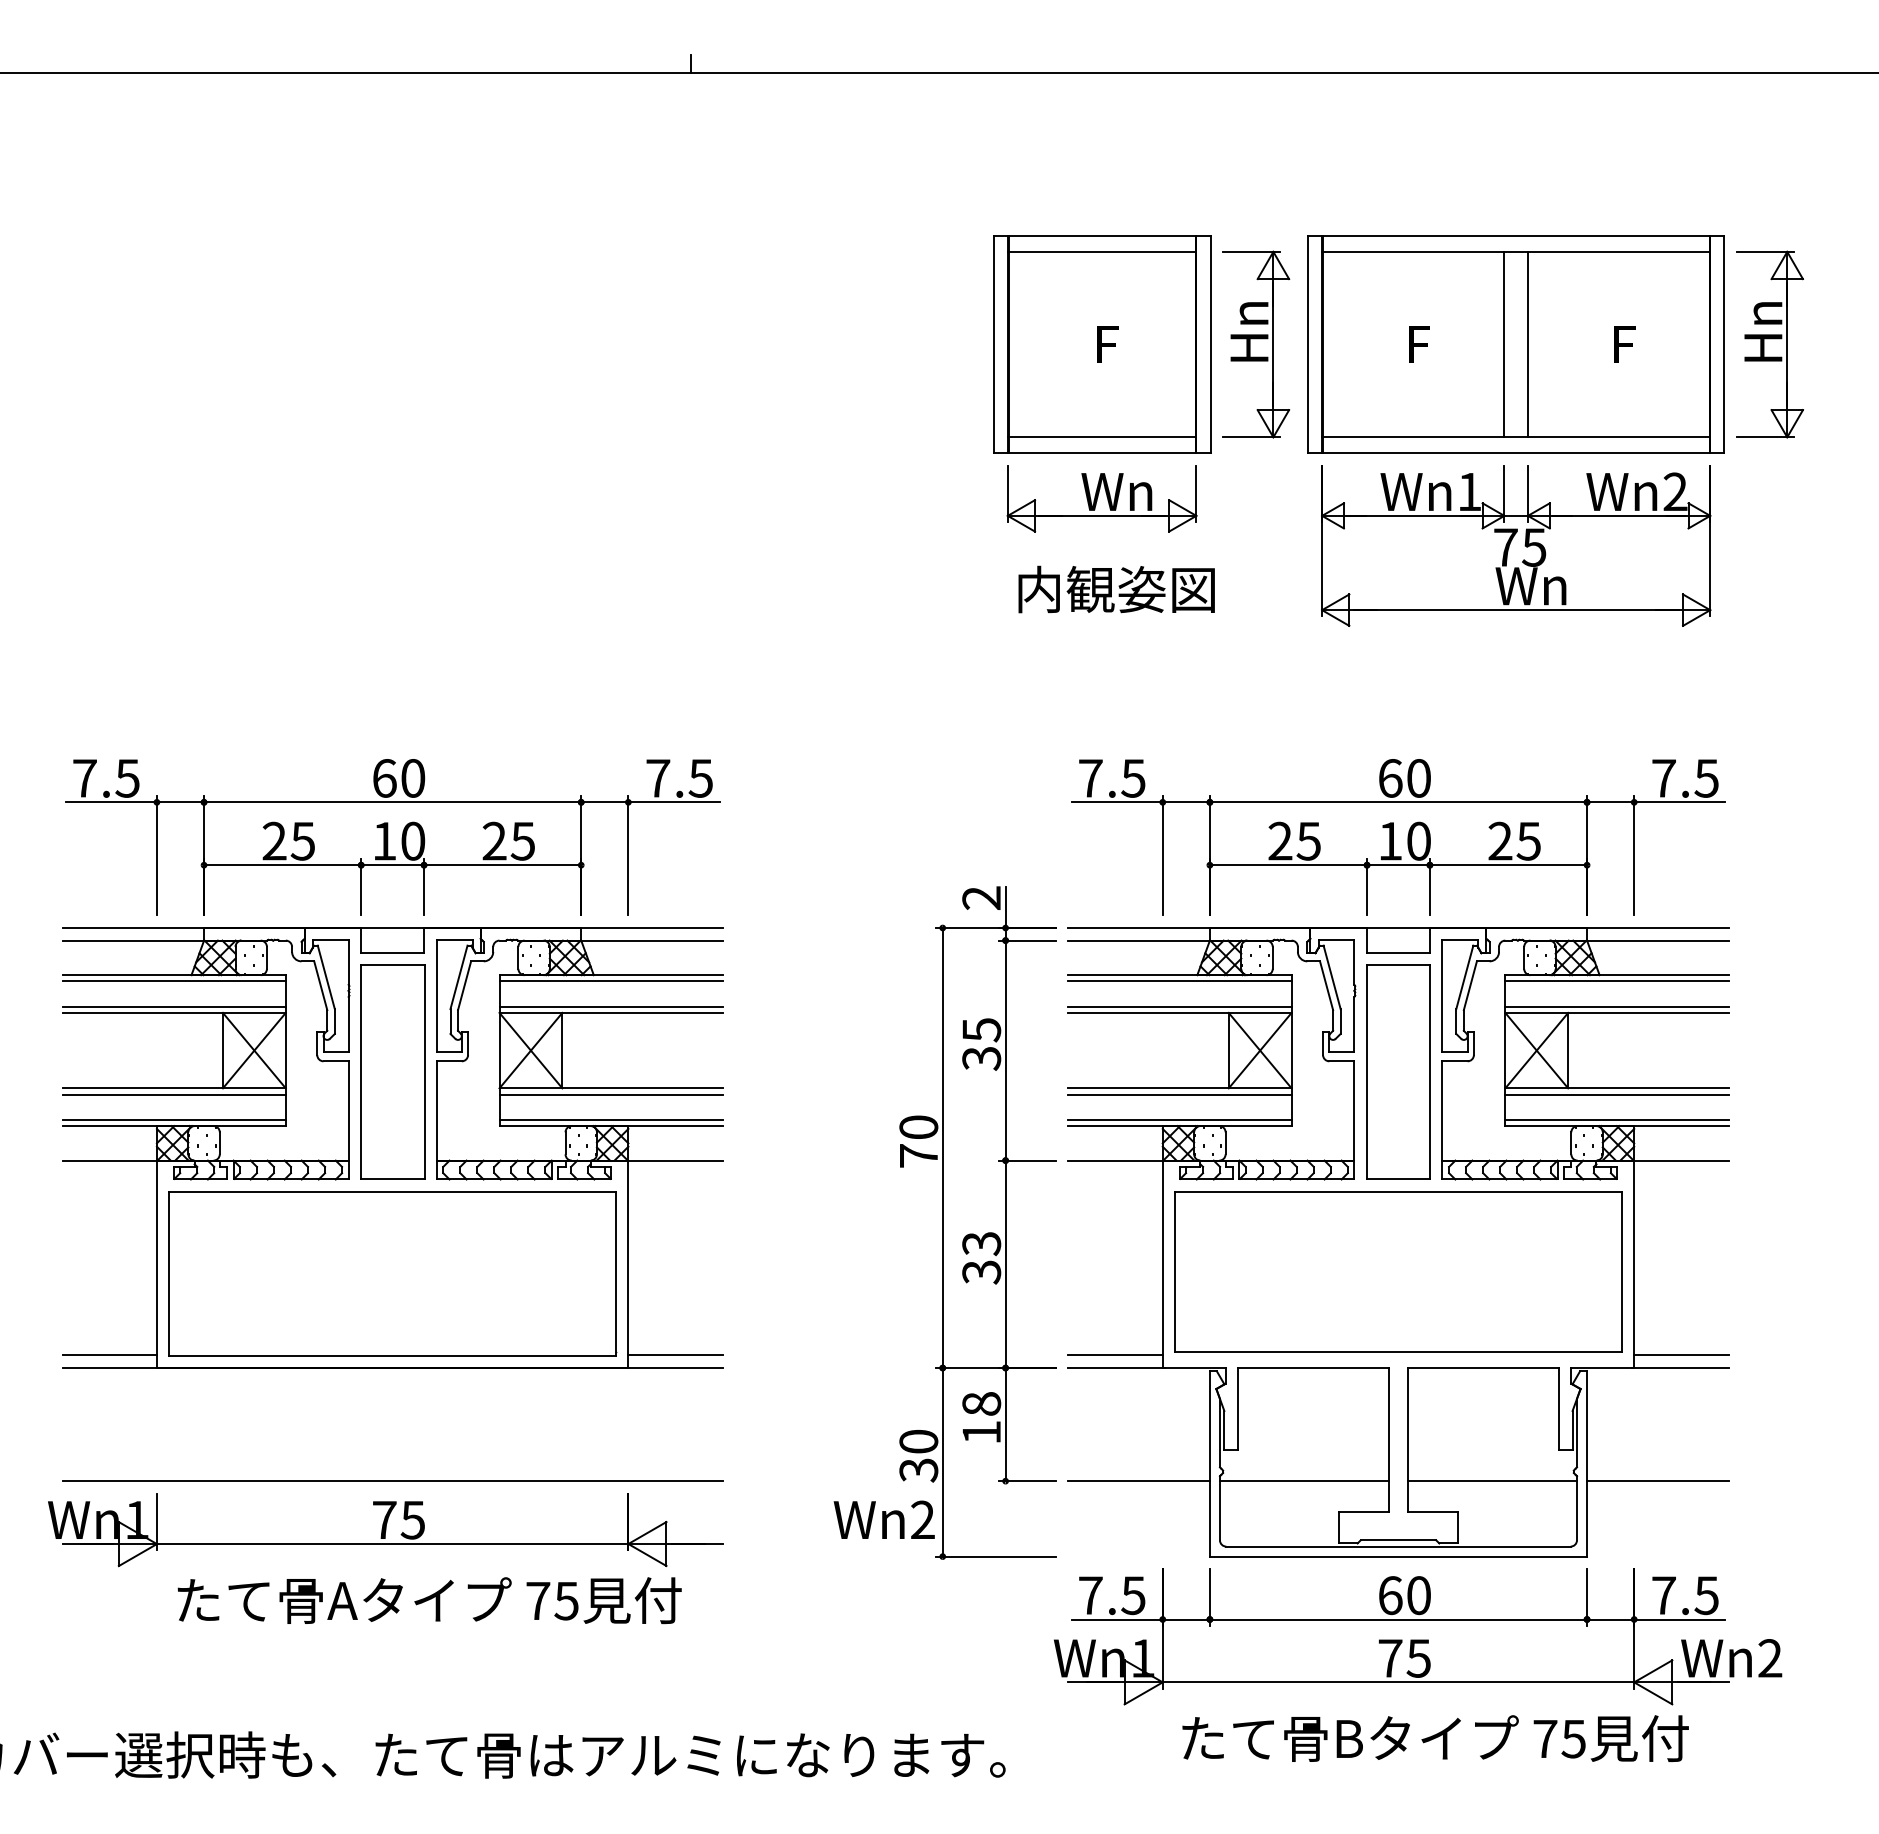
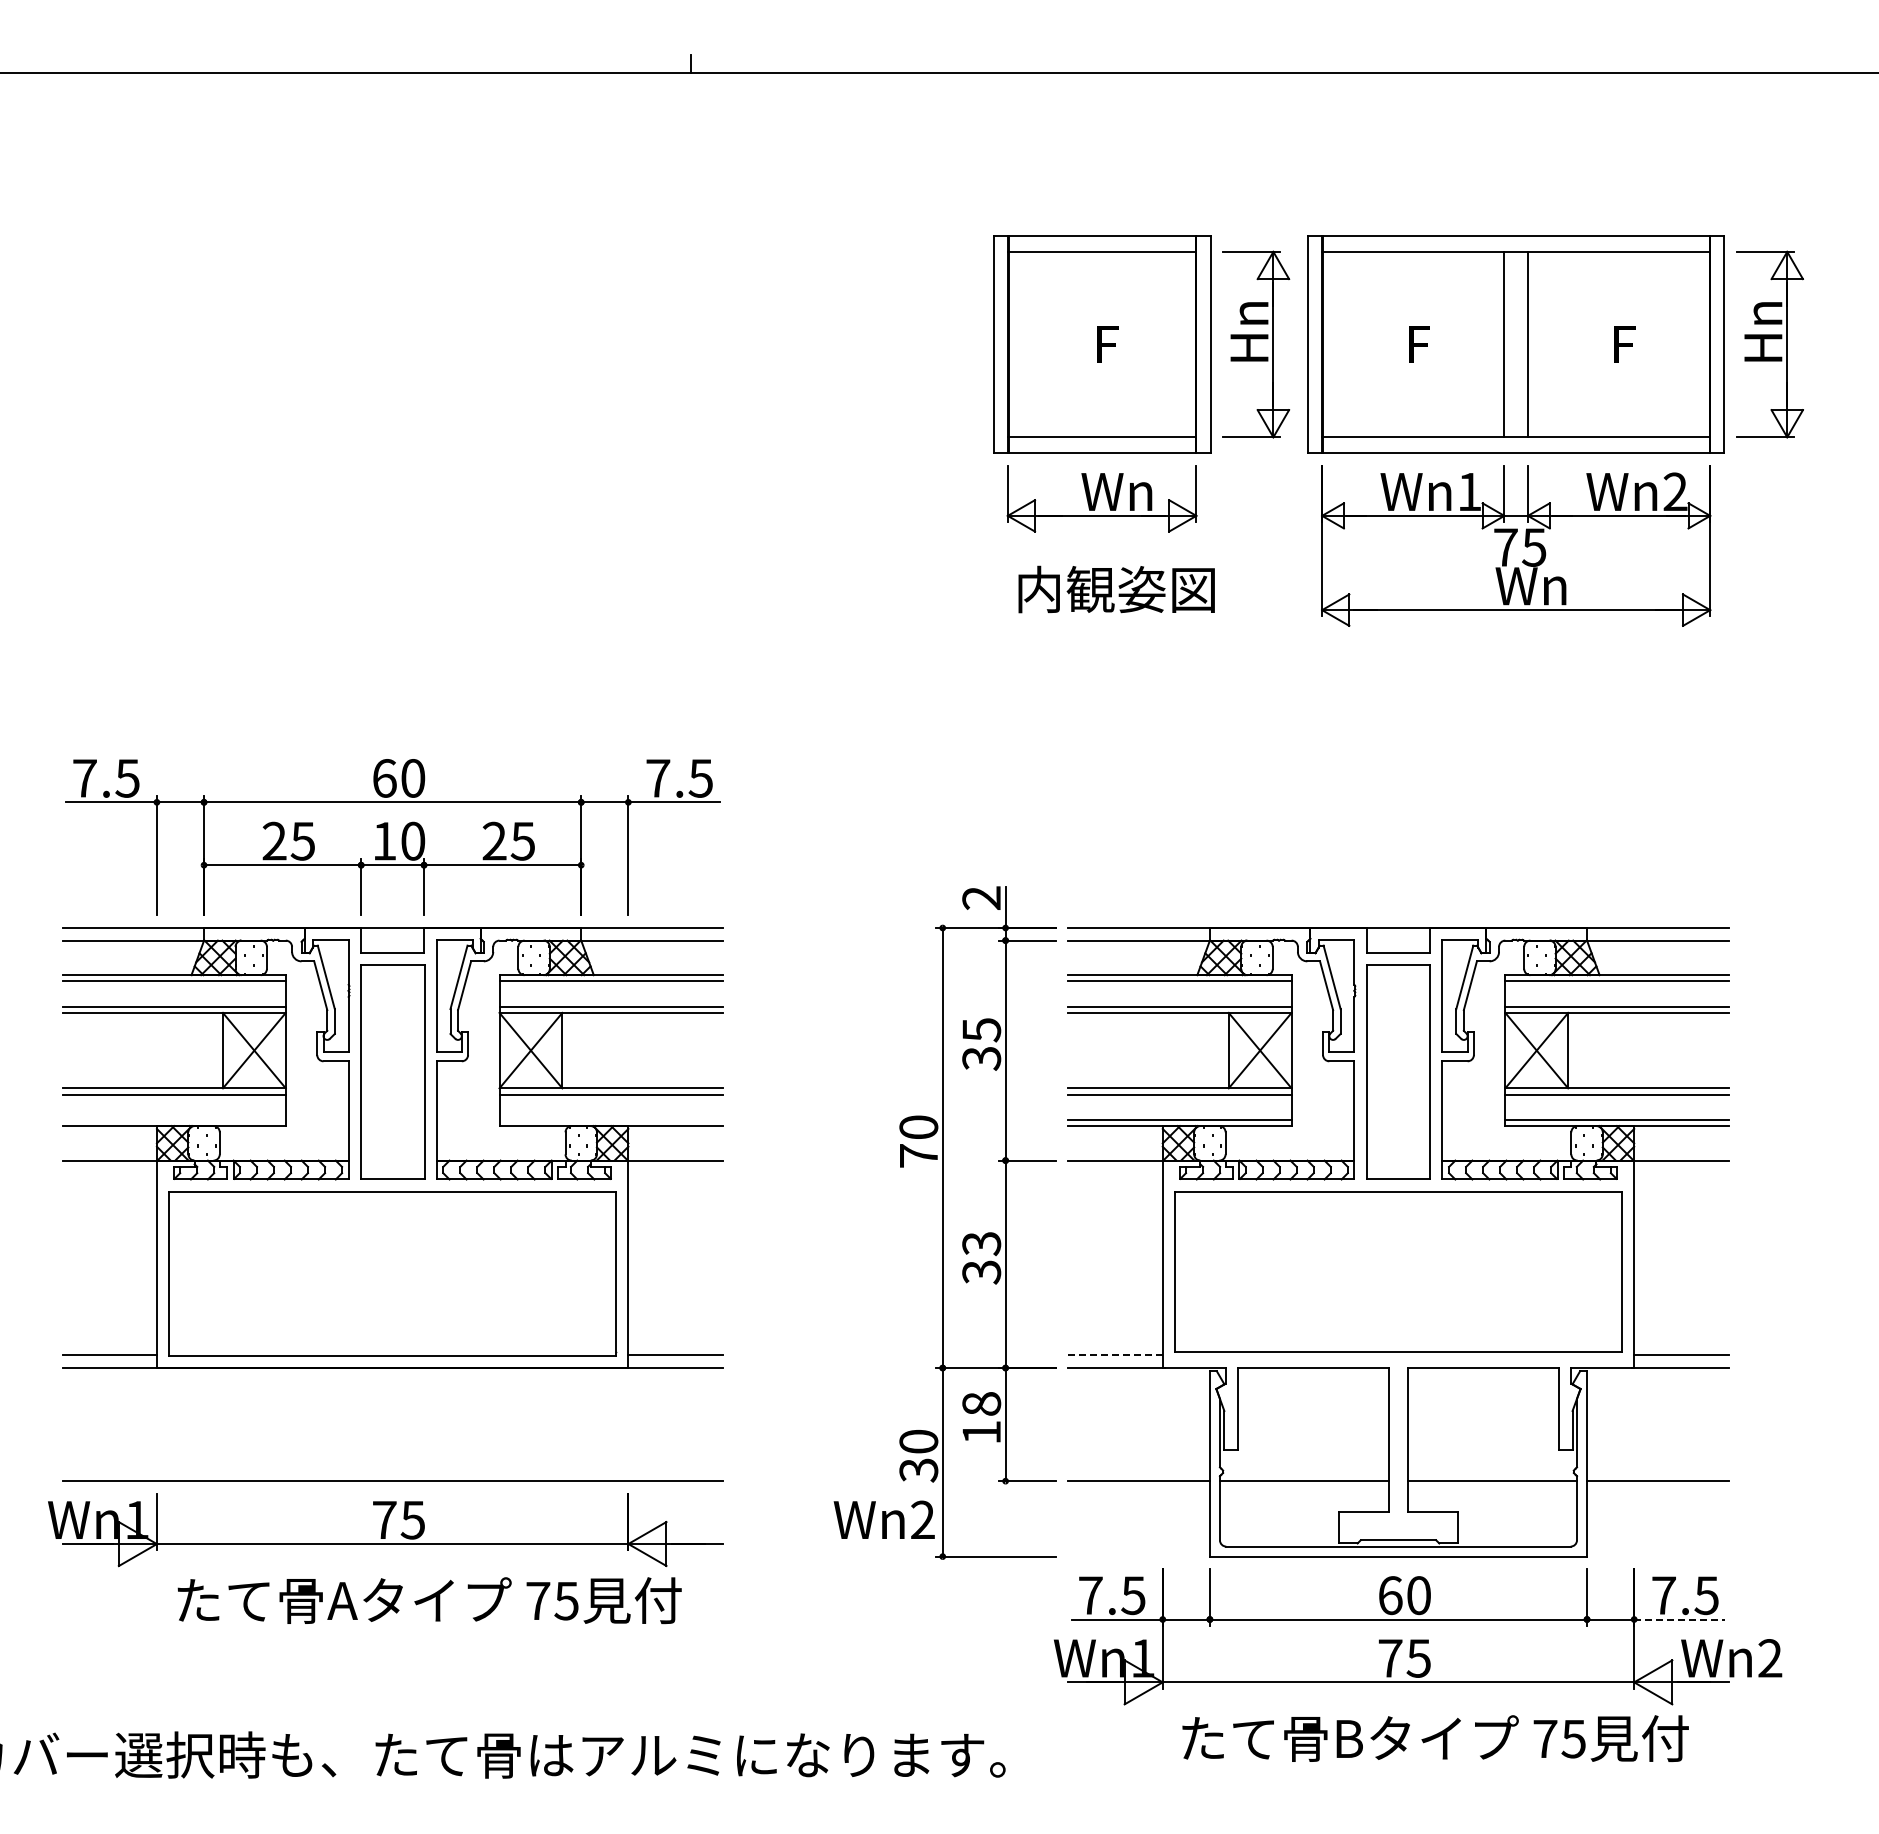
part at (1398, 837): present -> none
line at (173, 1119): present -> none
line at (610, 1119): present -> none
line at (1115, 1355): solid -> dashed
line at (1679, 1619): solid -> dashed
